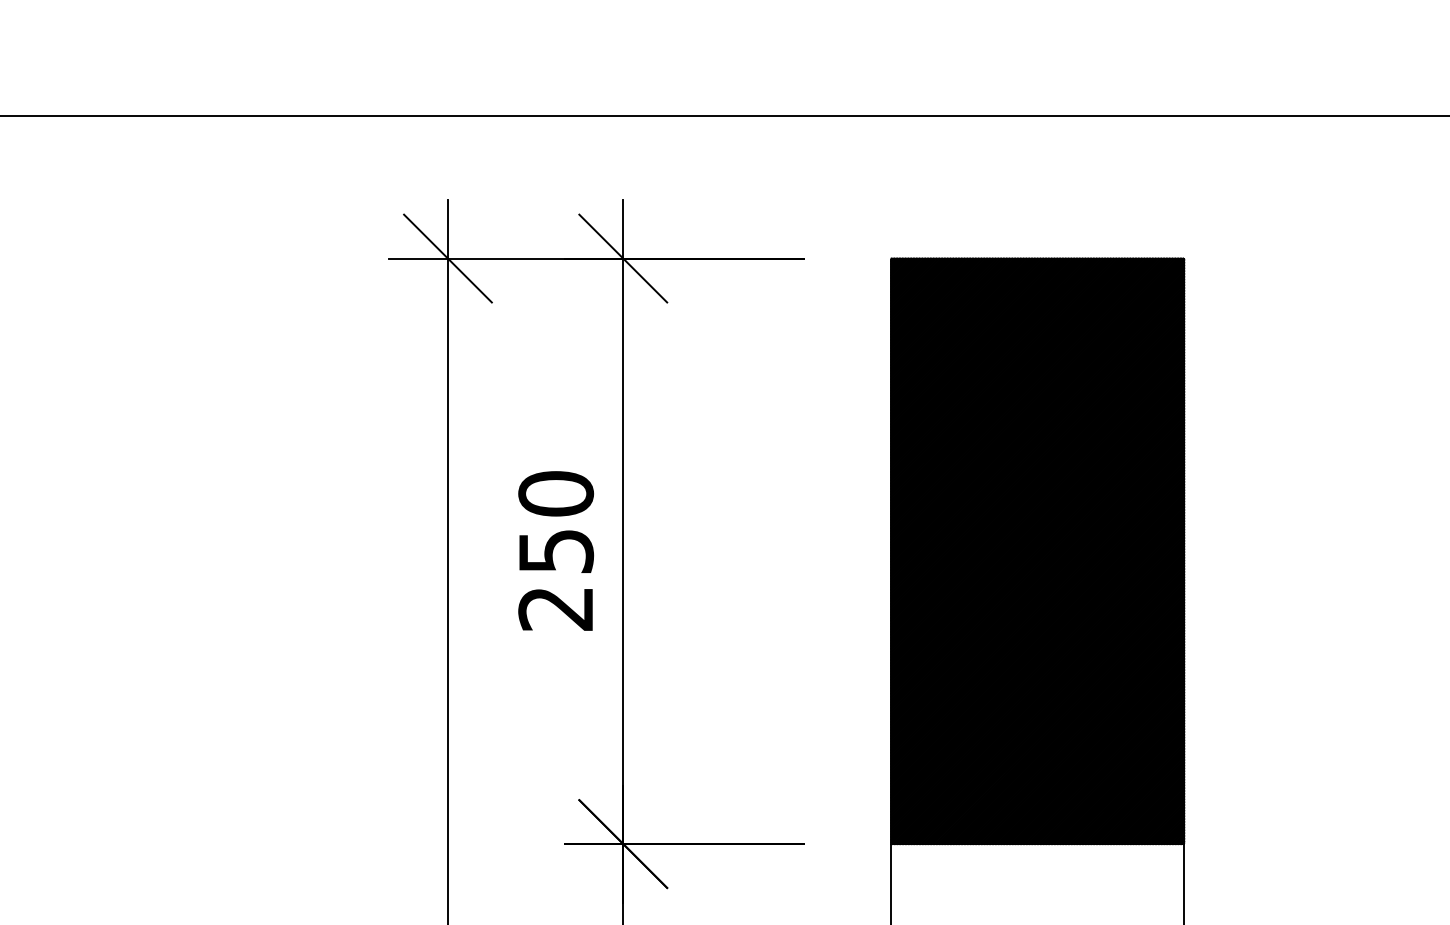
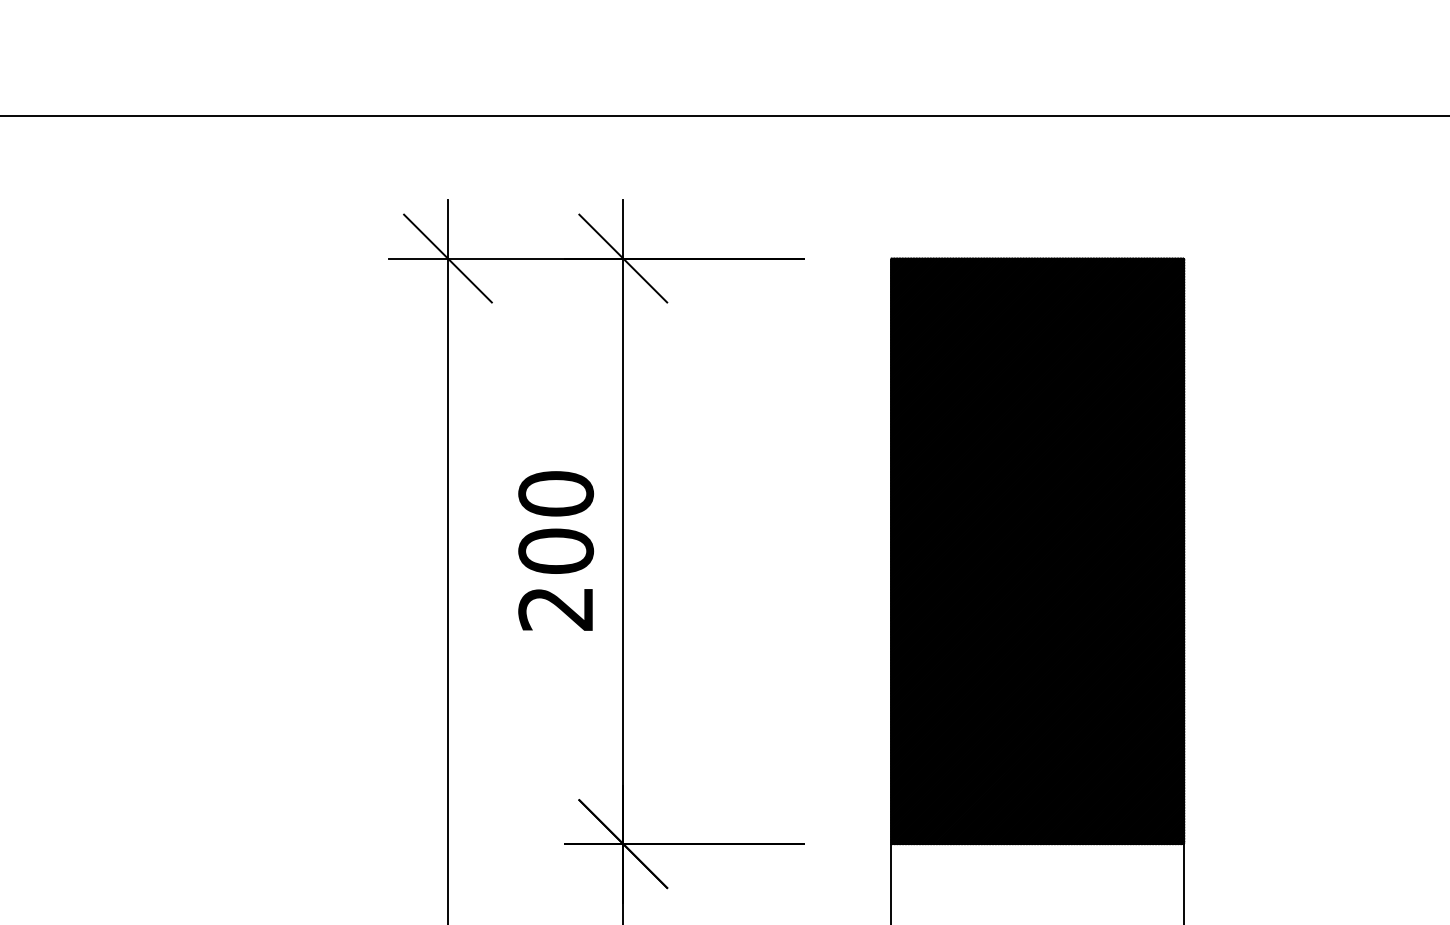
text at (556, 550): 250 -> 200
